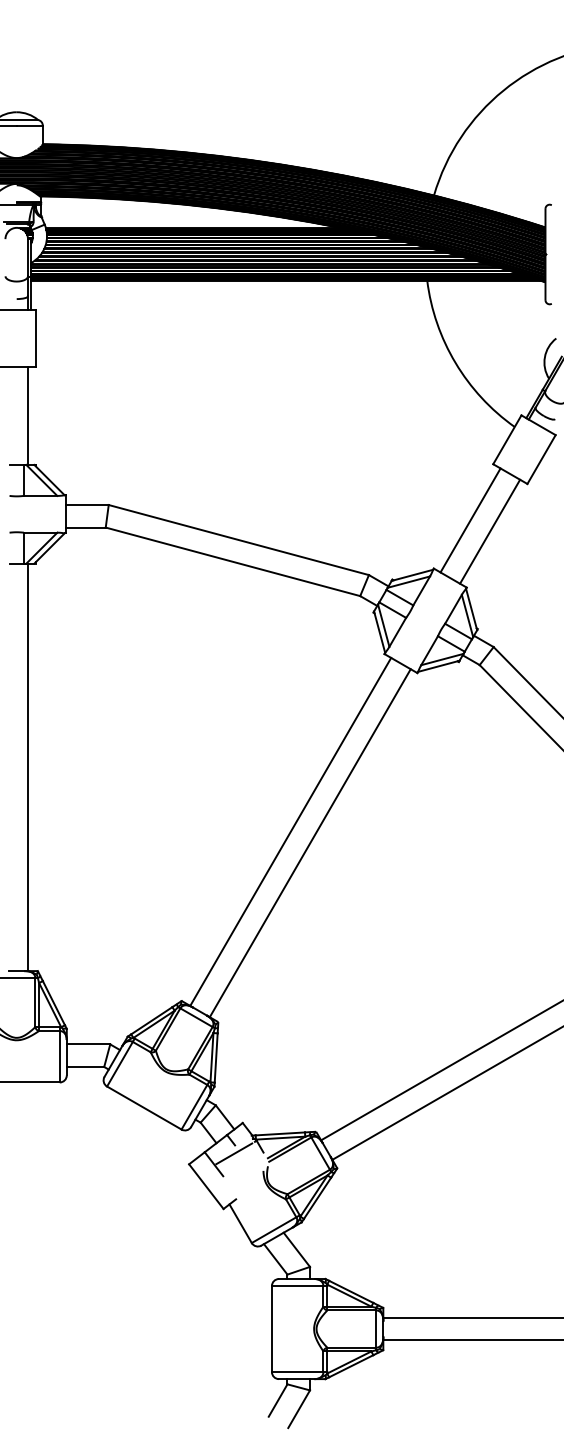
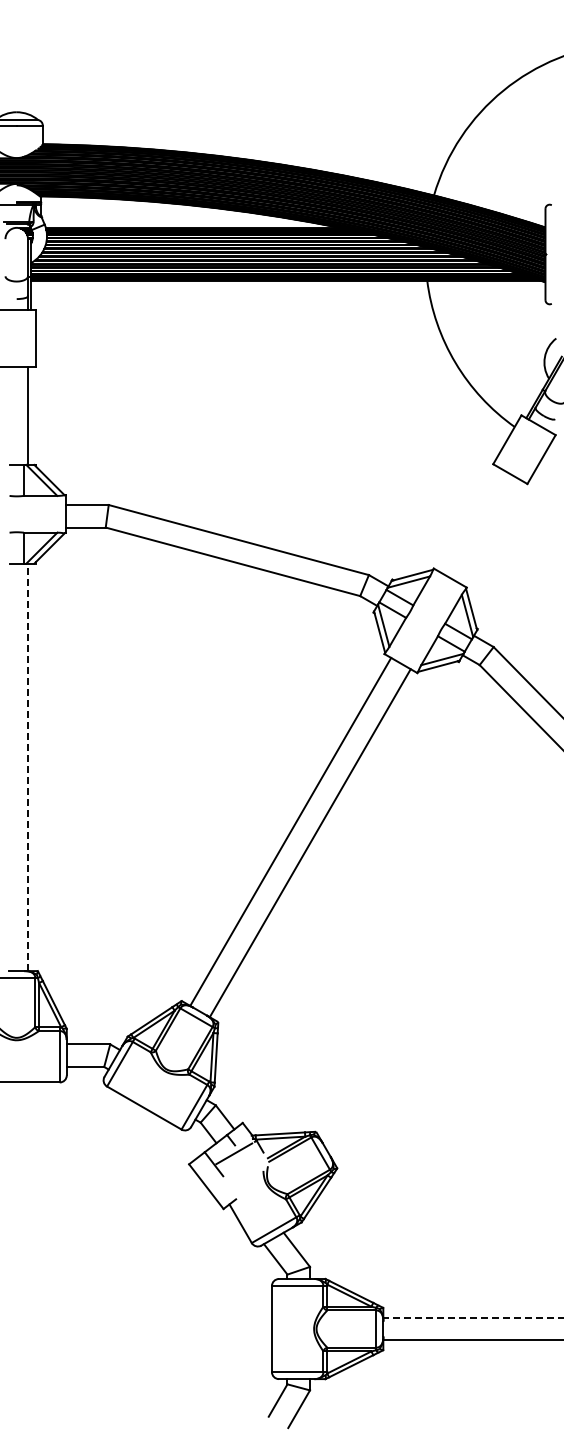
line at (470, 520): present -> none
line at (490, 531): present -> none
line at (28, 767): solid -> dashed
line at (440, 1071): present -> none
line at (446, 1093): present -> none
line at (473, 1317): solid -> dashed
